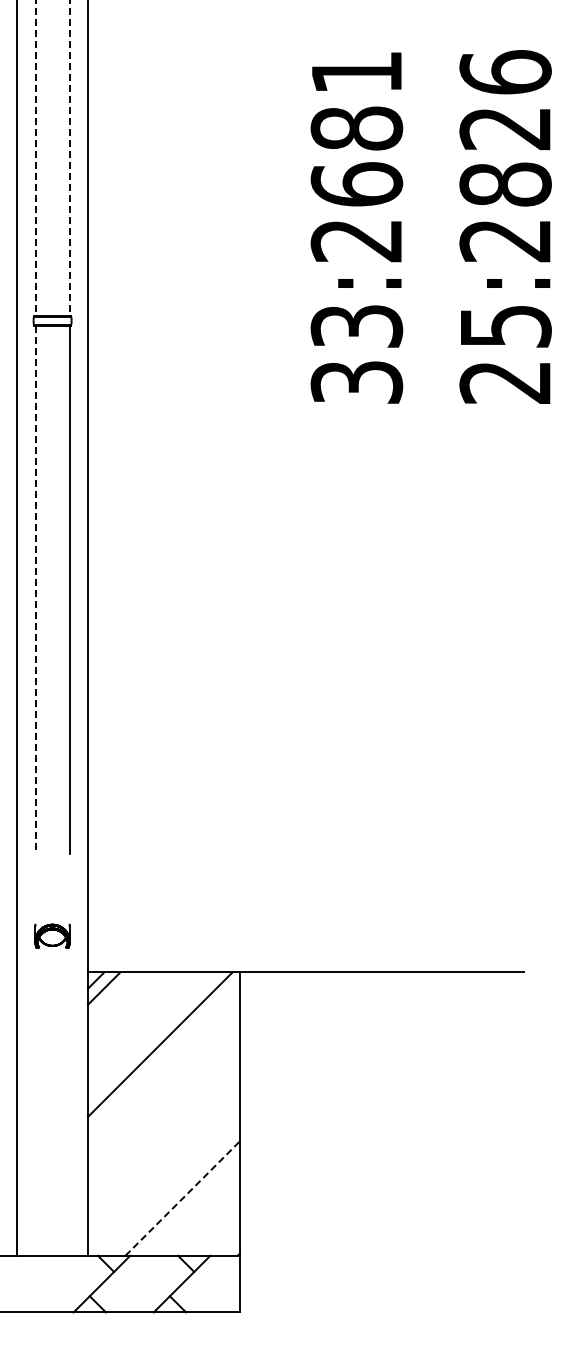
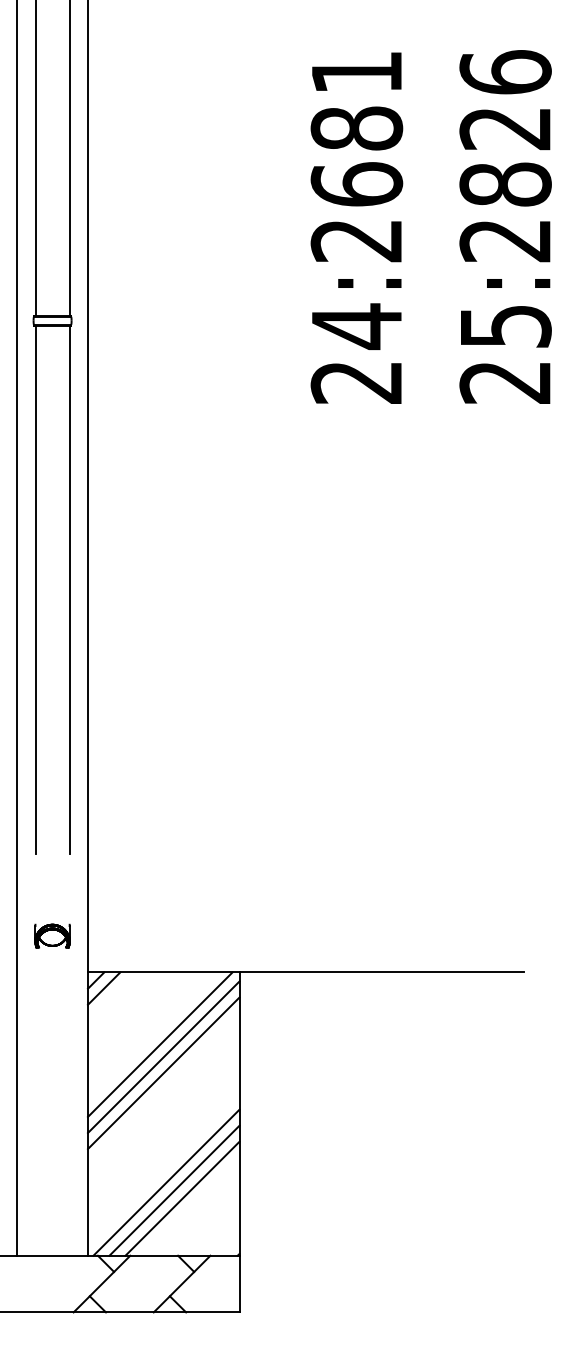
line at (35, 157): dashed -> solid
line at (69, 157): dashed -> solid
text at (356, 353): 33:2681 -> 24:2681
line at (35, 590): dashed -> solid
line at (163, 1057): none -> present
line at (163, 1073): none -> present
line at (166, 1182): none -> present
line at (174, 1190): none -> present
line at (182, 1198): dashed -> solid
